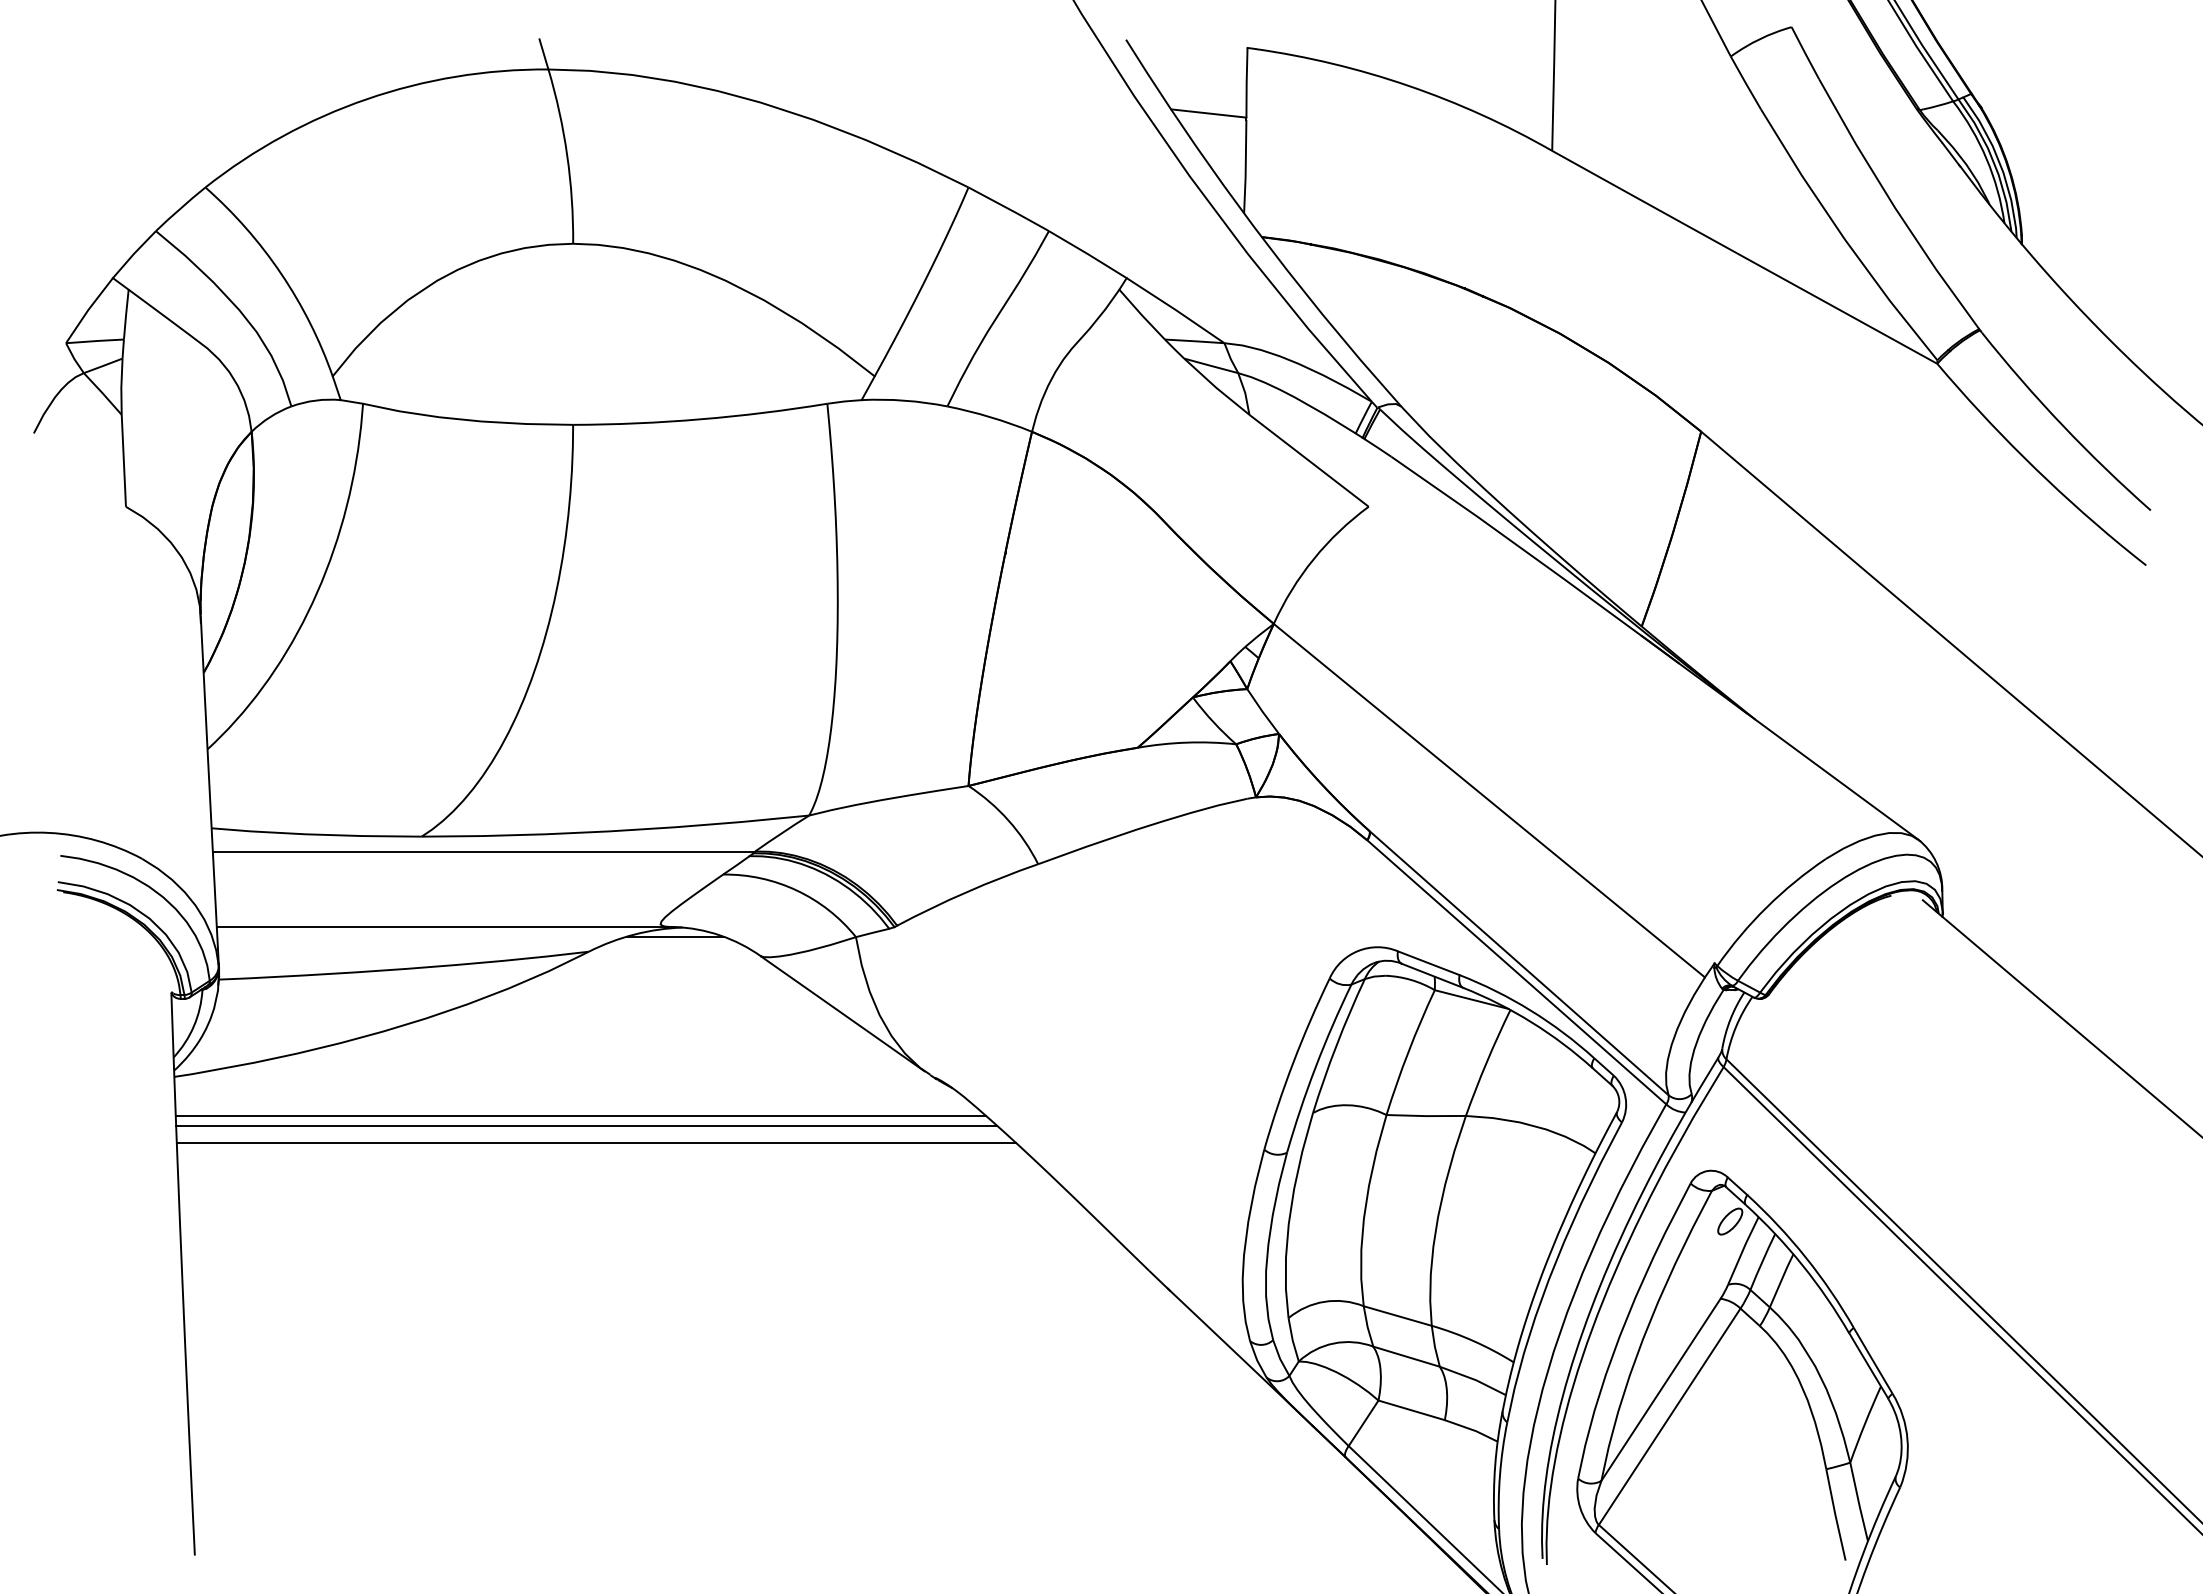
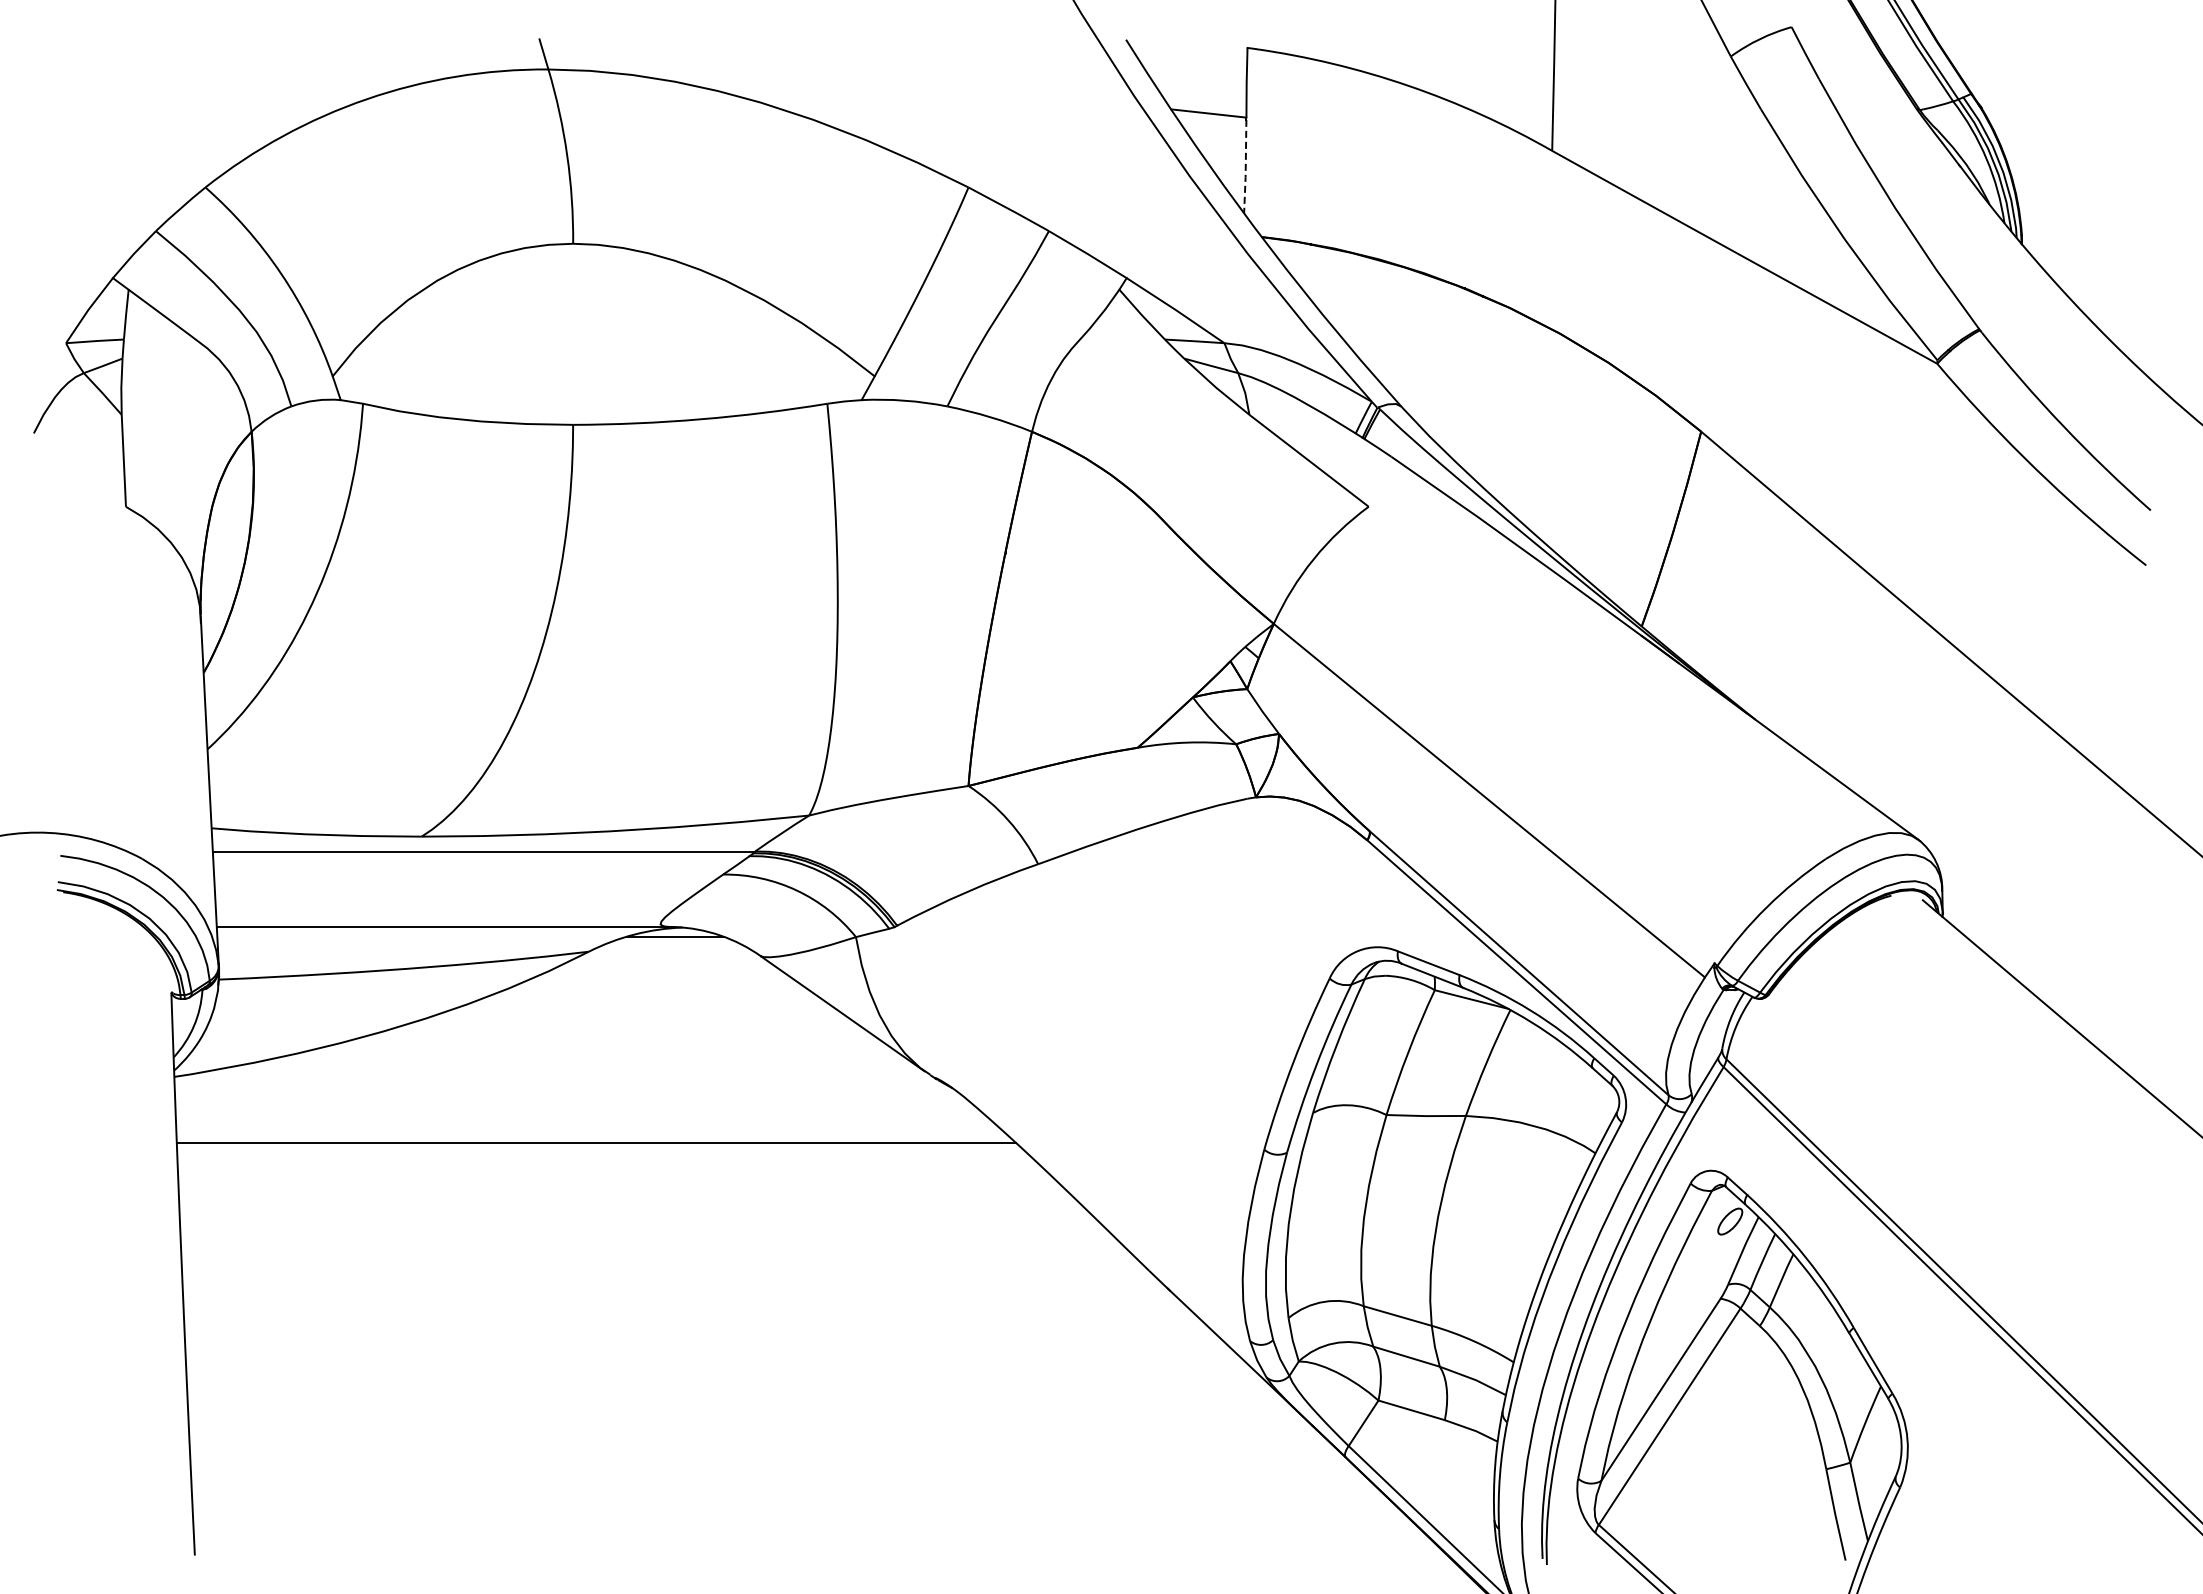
line at (1245, 167): solid -> dashed
line at (580, 1116): present -> none
line at (586, 1126): present -> none
